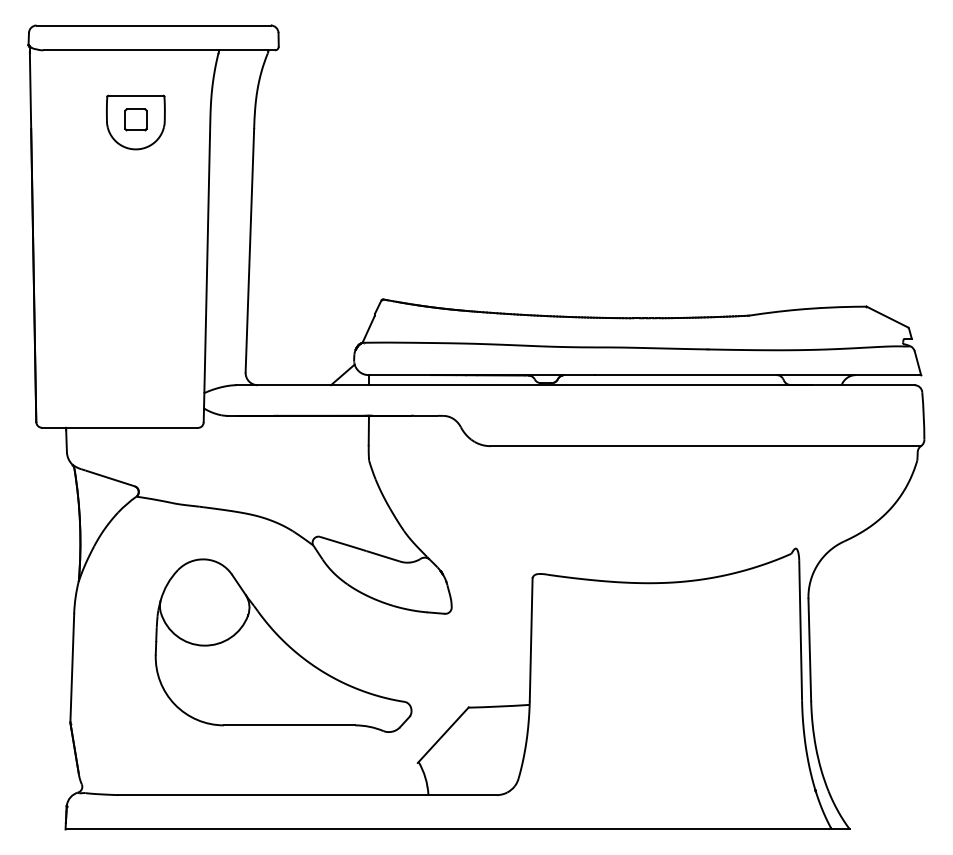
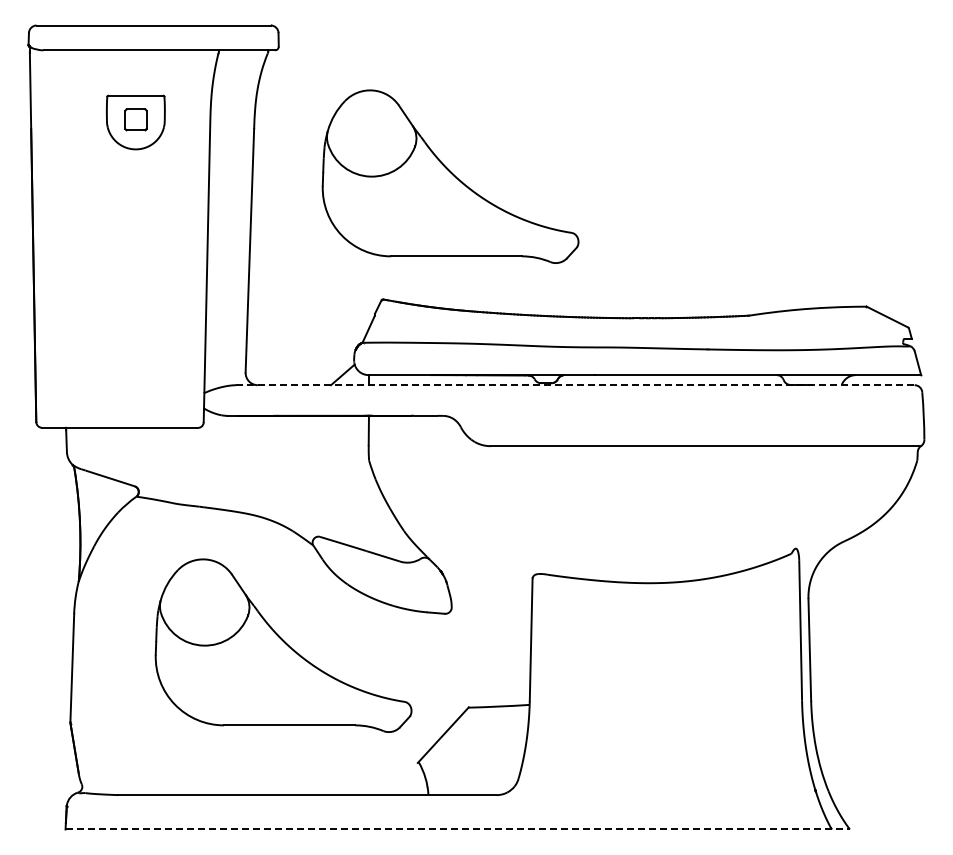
part at (450, 176): none -> present
line at (575, 385): solid -> dashed
line at (458, 829): solid -> dashed
